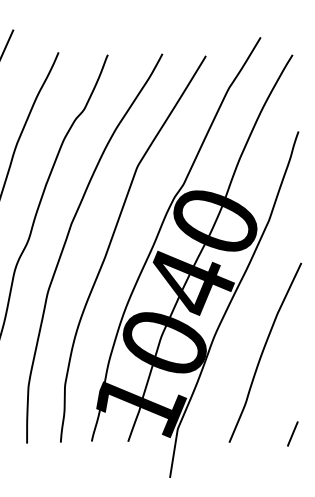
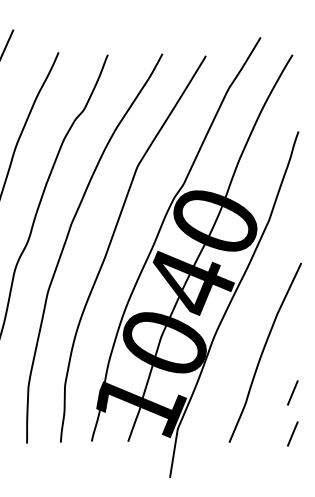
line at (292, 392): none -> present
